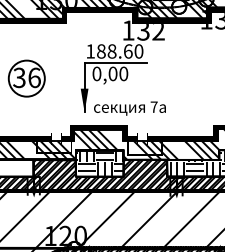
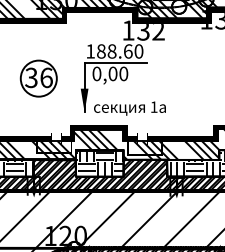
part at (26, 78) position: (26, 78) -> (38, 78)
text at (153, 106): 7 -> 1
hatch at (18, 168): none -> present
